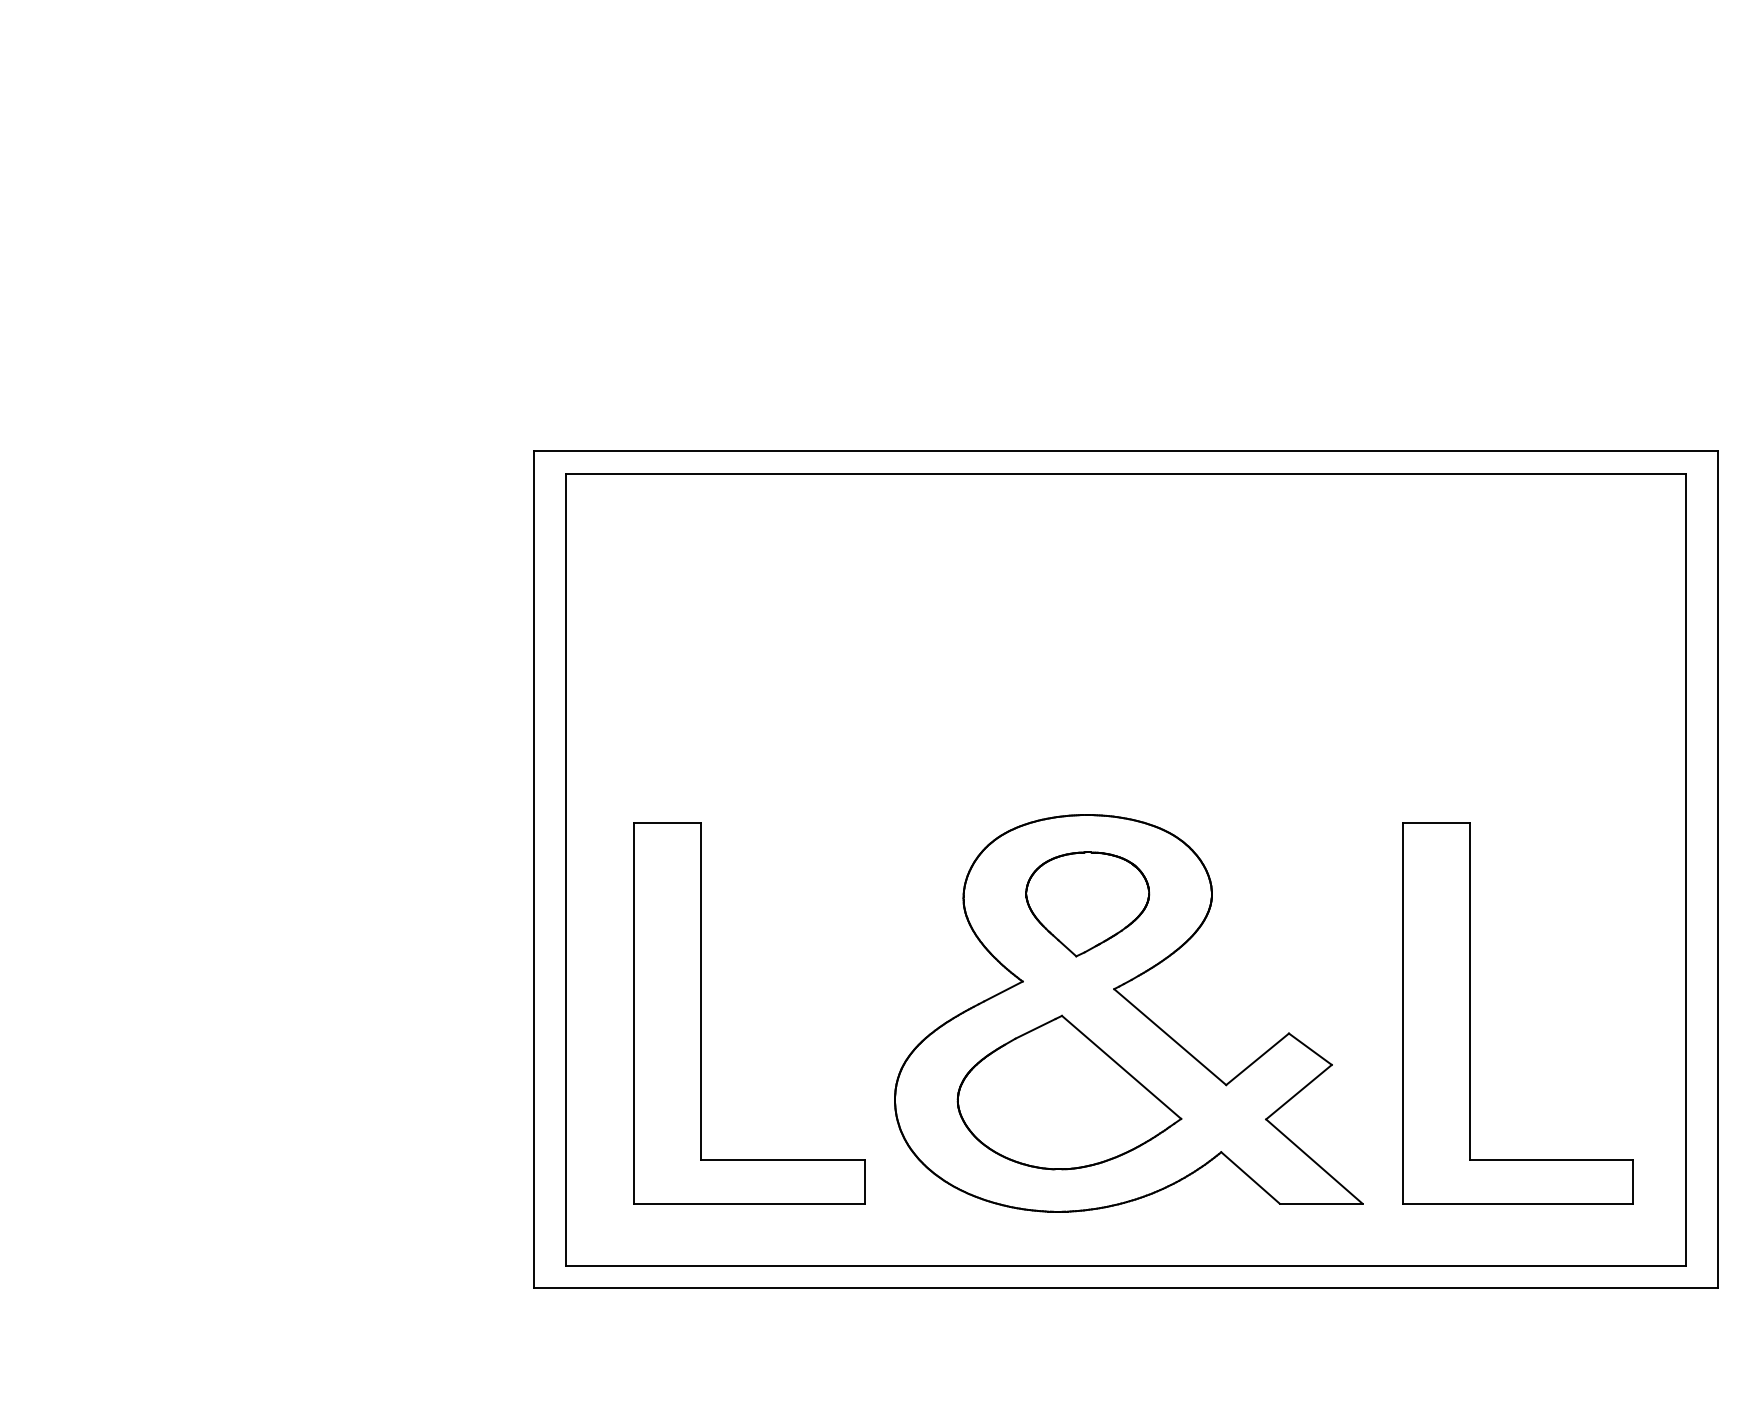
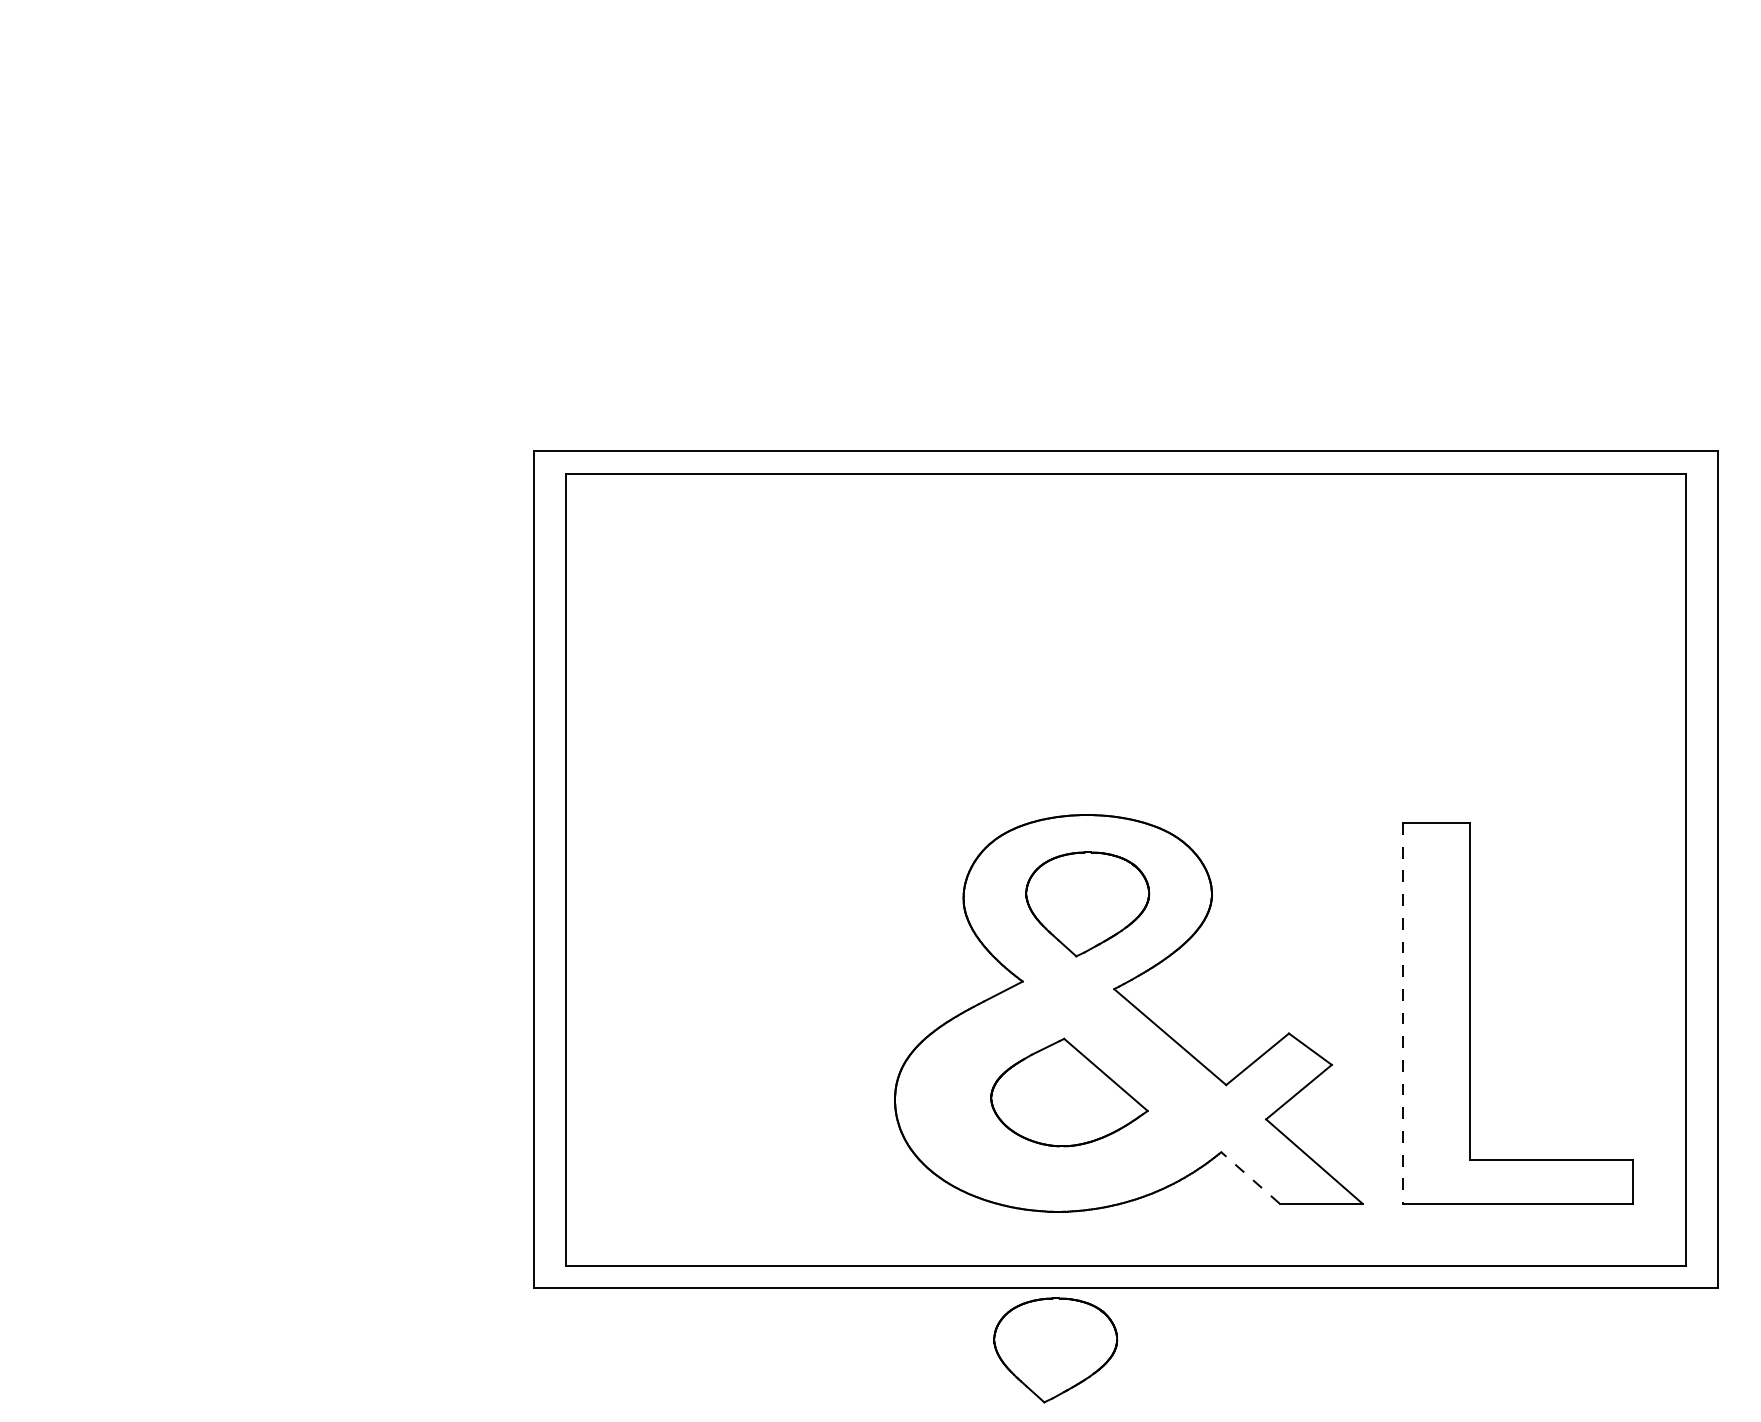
part at (701, 1013): present -> none
line at (1402, 1013): solid -> dashed
part at (1069, 1092) size: 227x157 px -> 159x111 px
line at (1250, 1177): solid -> dashed
part at (1055, 1350): none -> present
